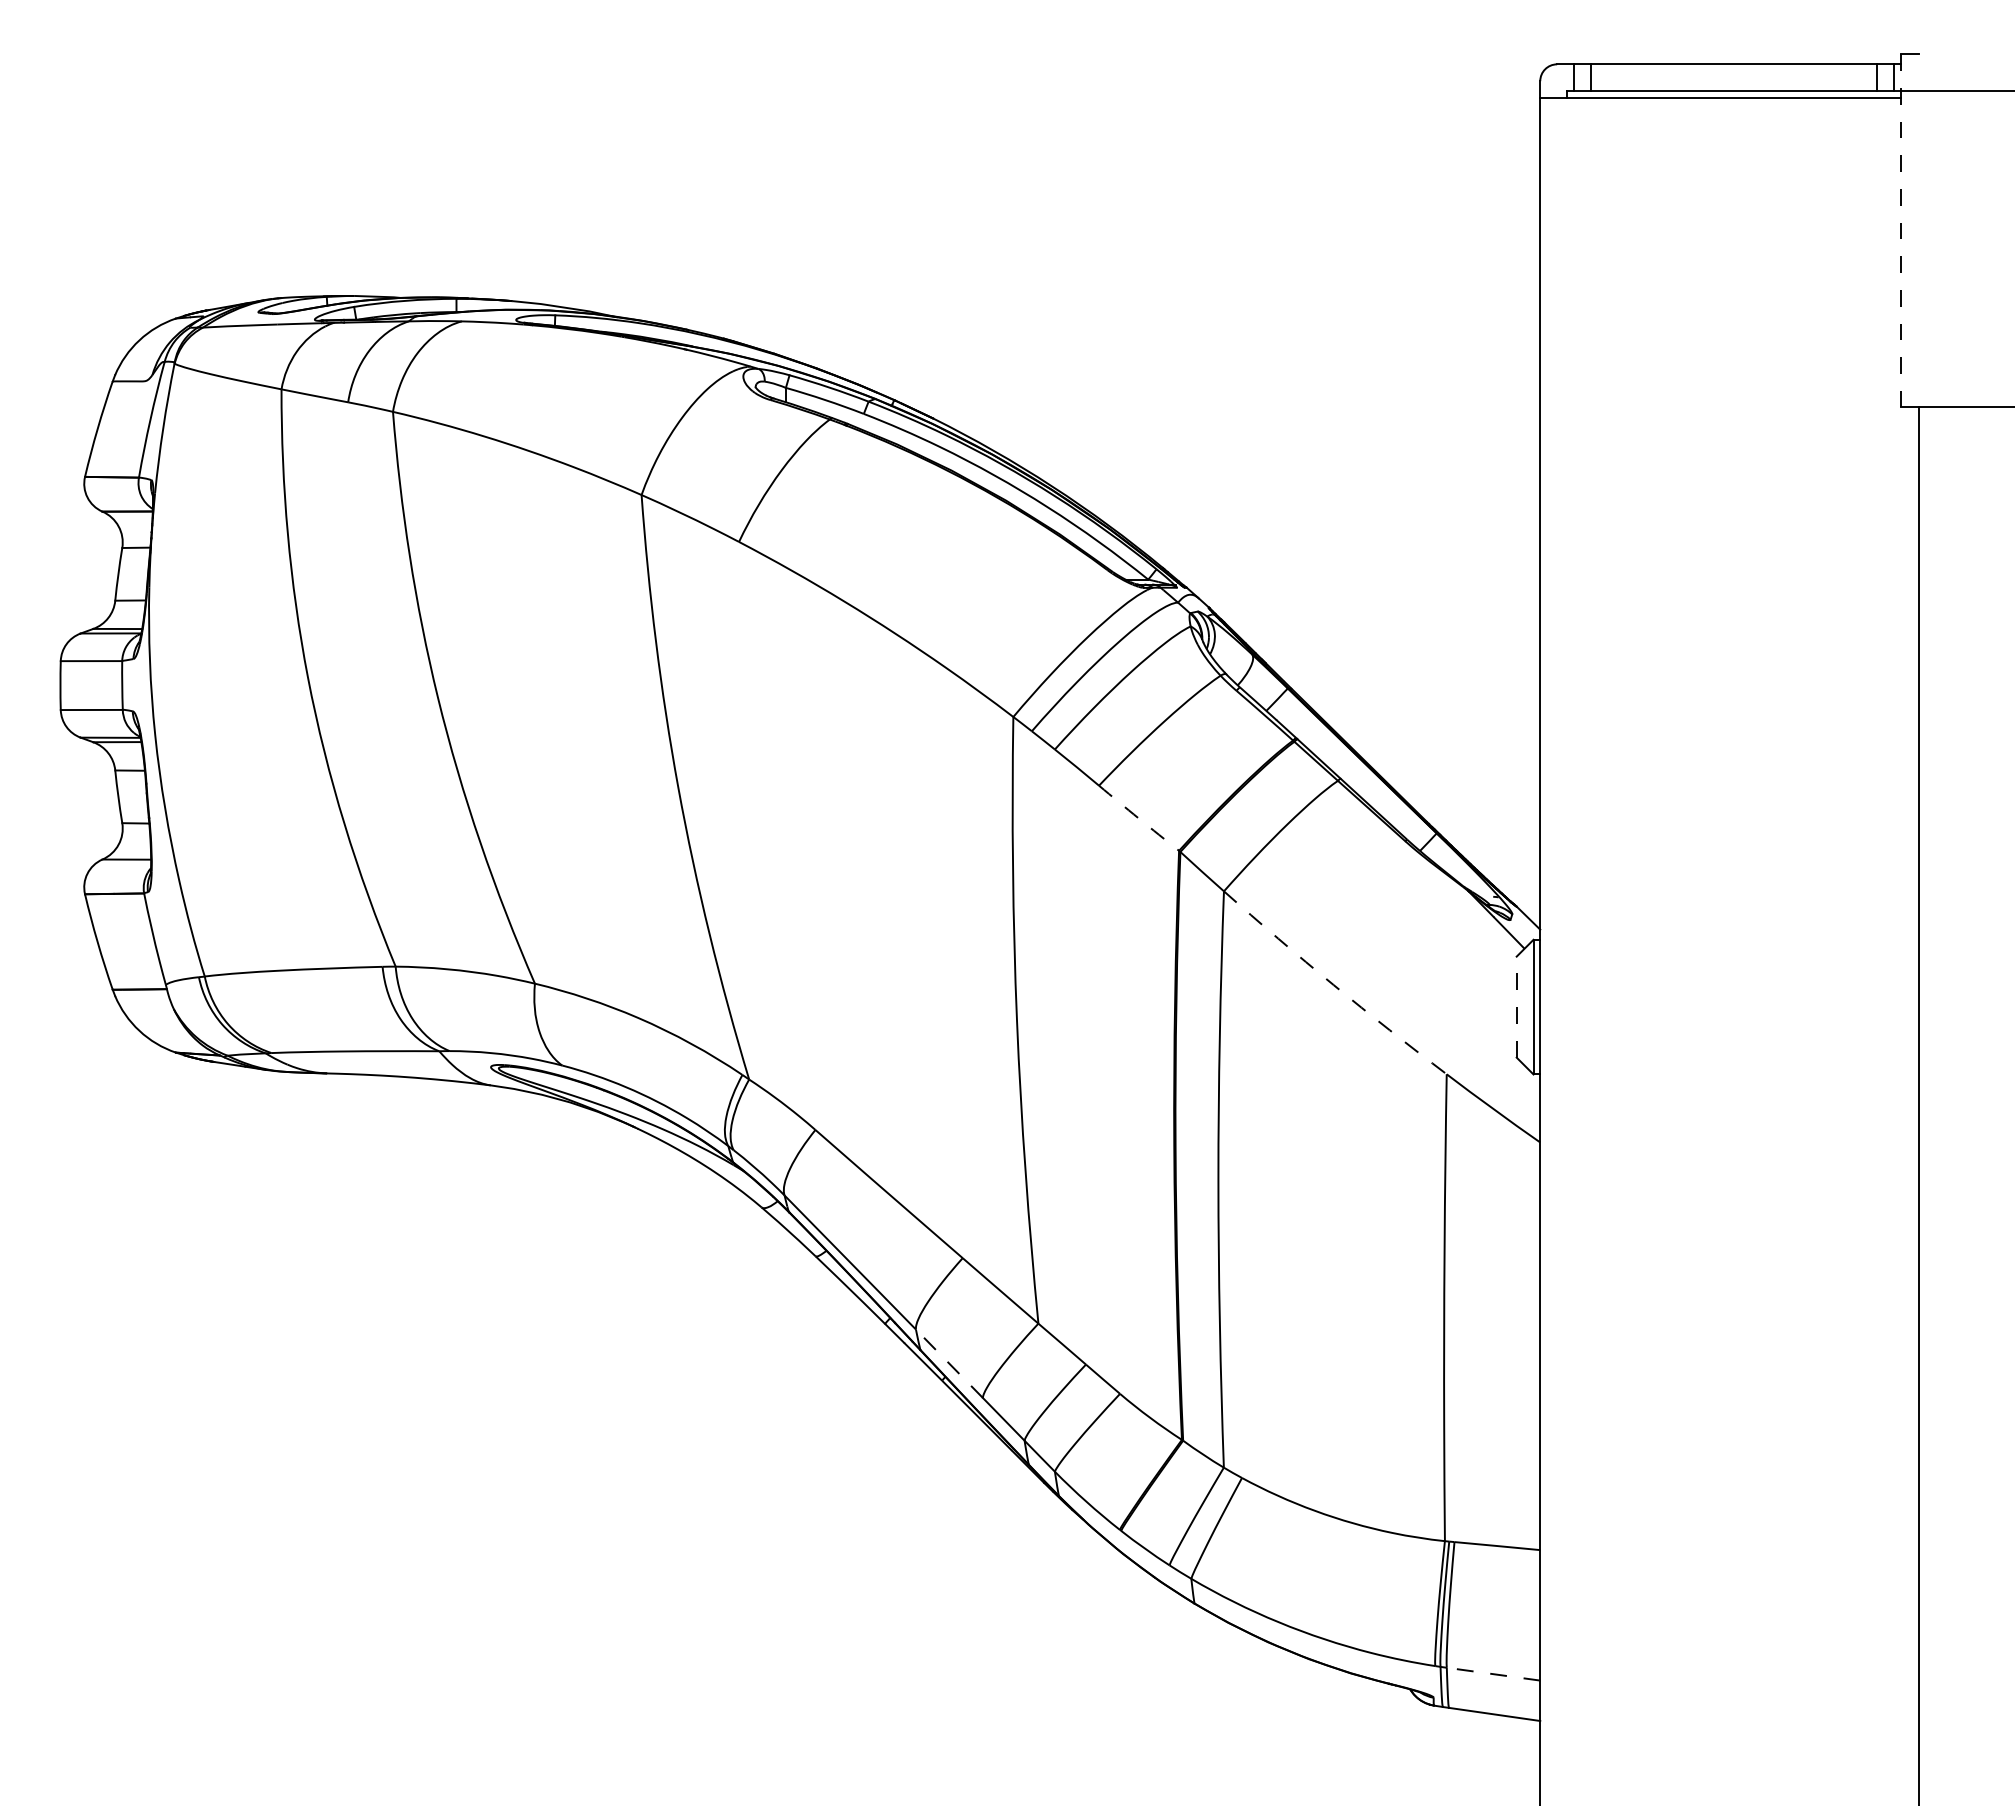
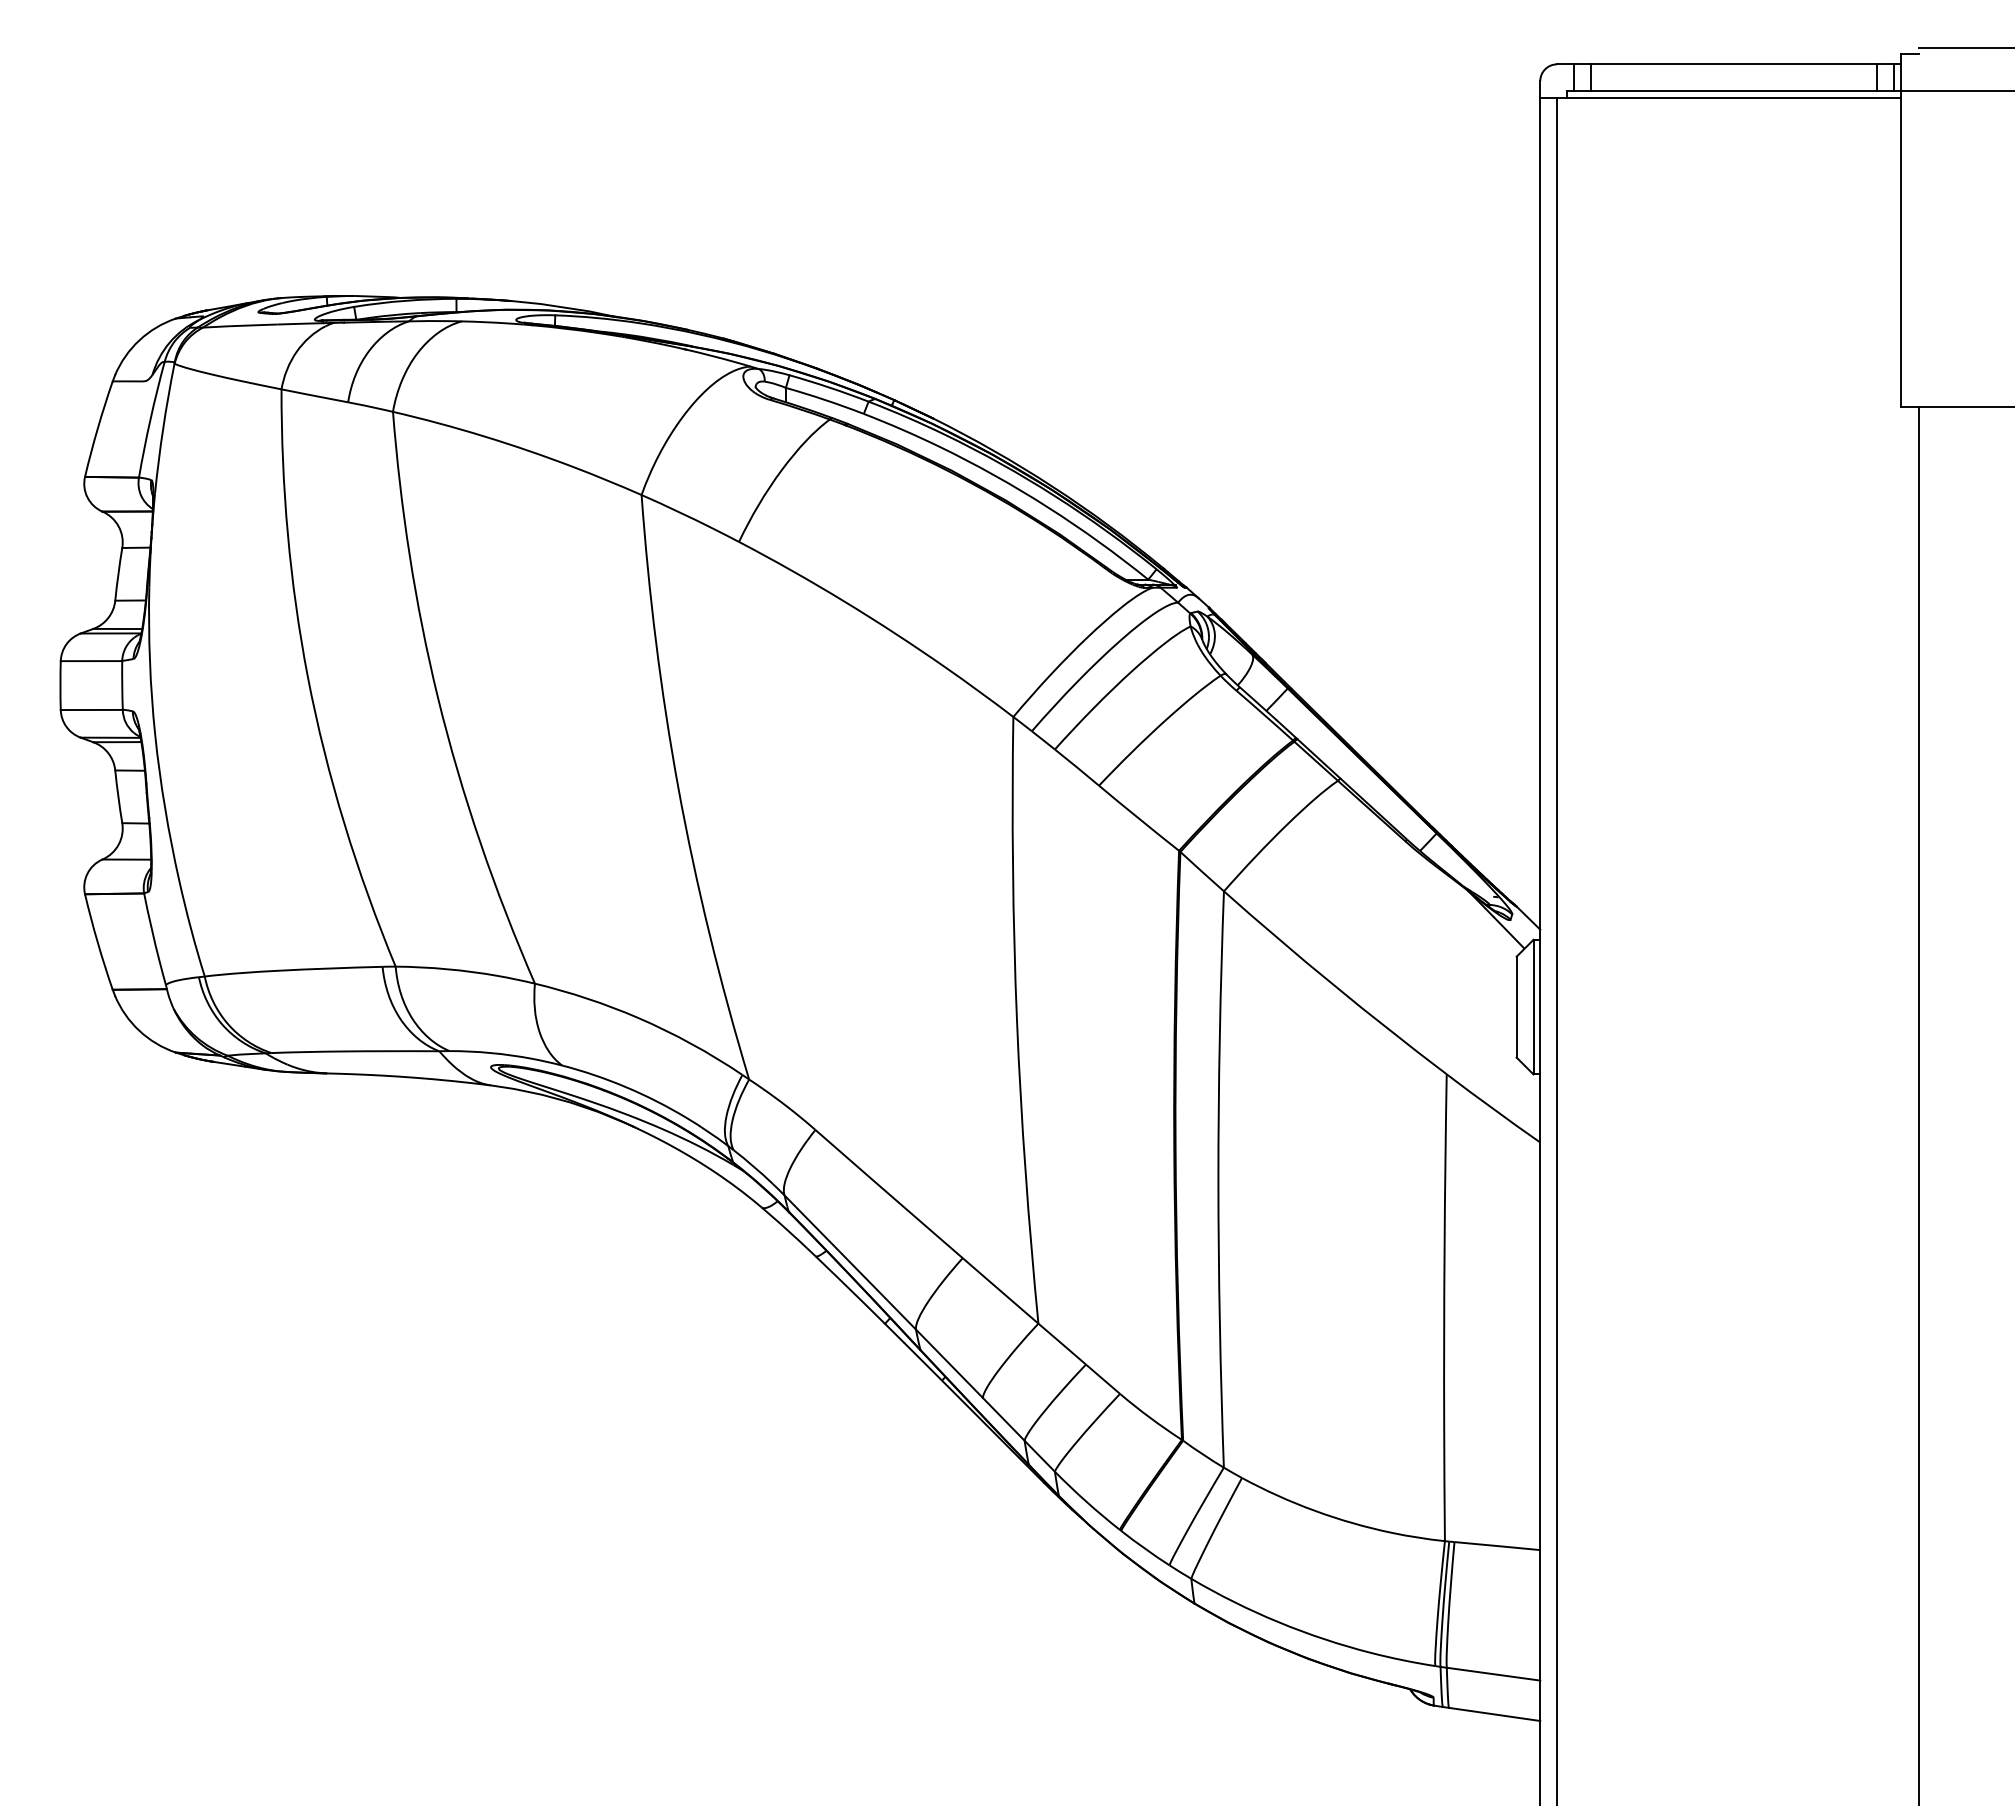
line at (1965, 47): none -> present
line at (1900, 231): dashed -> solid
arc at (1138, 818): dashed -> solid
line at (1557, 950): none -> present
arc at (1333, 984): dashed -> solid
line at (1516, 1006): dashed -> solid
line at (949, 1363): dashed -> solid
line at (1493, 1674): dashed -> solid
